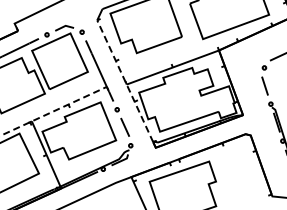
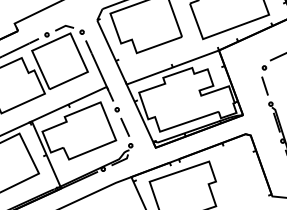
line at (125, 81): dashed -> solid
line at (53, 111): dashed -> solid
